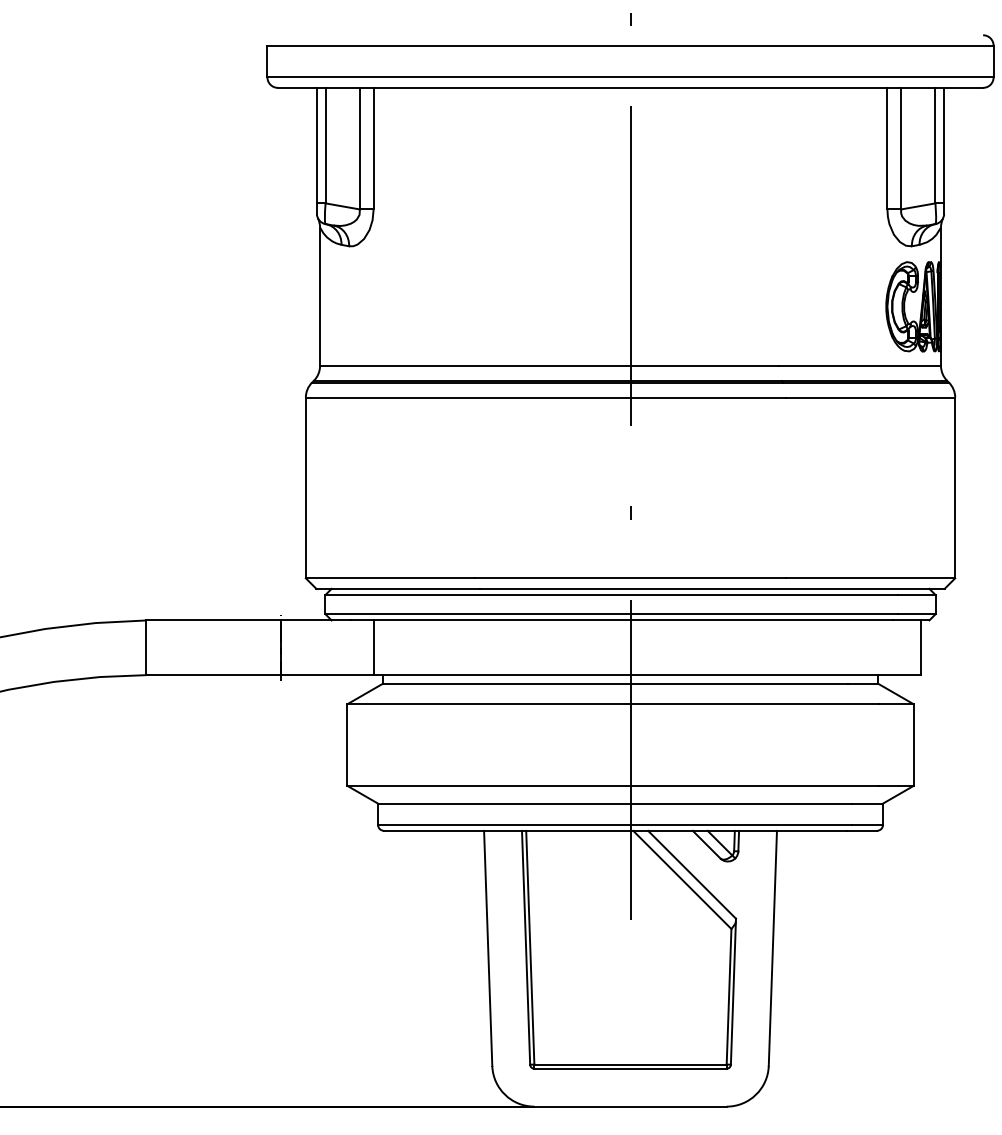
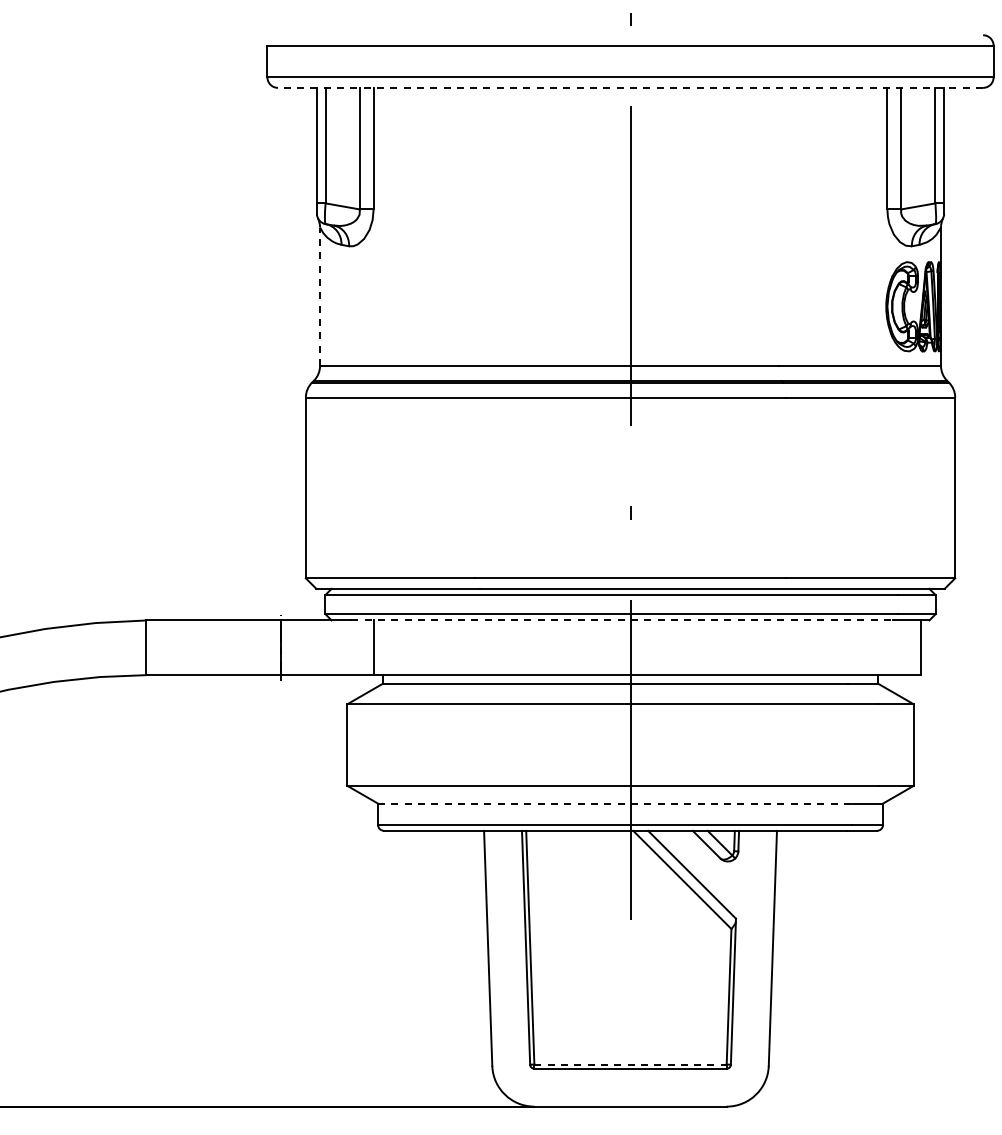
line at (630, 87): solid -> dashed
line at (320, 296): solid -> dashed
line at (622, 620): solid -> dashed
line at (615, 803): solid -> dashed
line at (631, 1064): solid -> dashed
